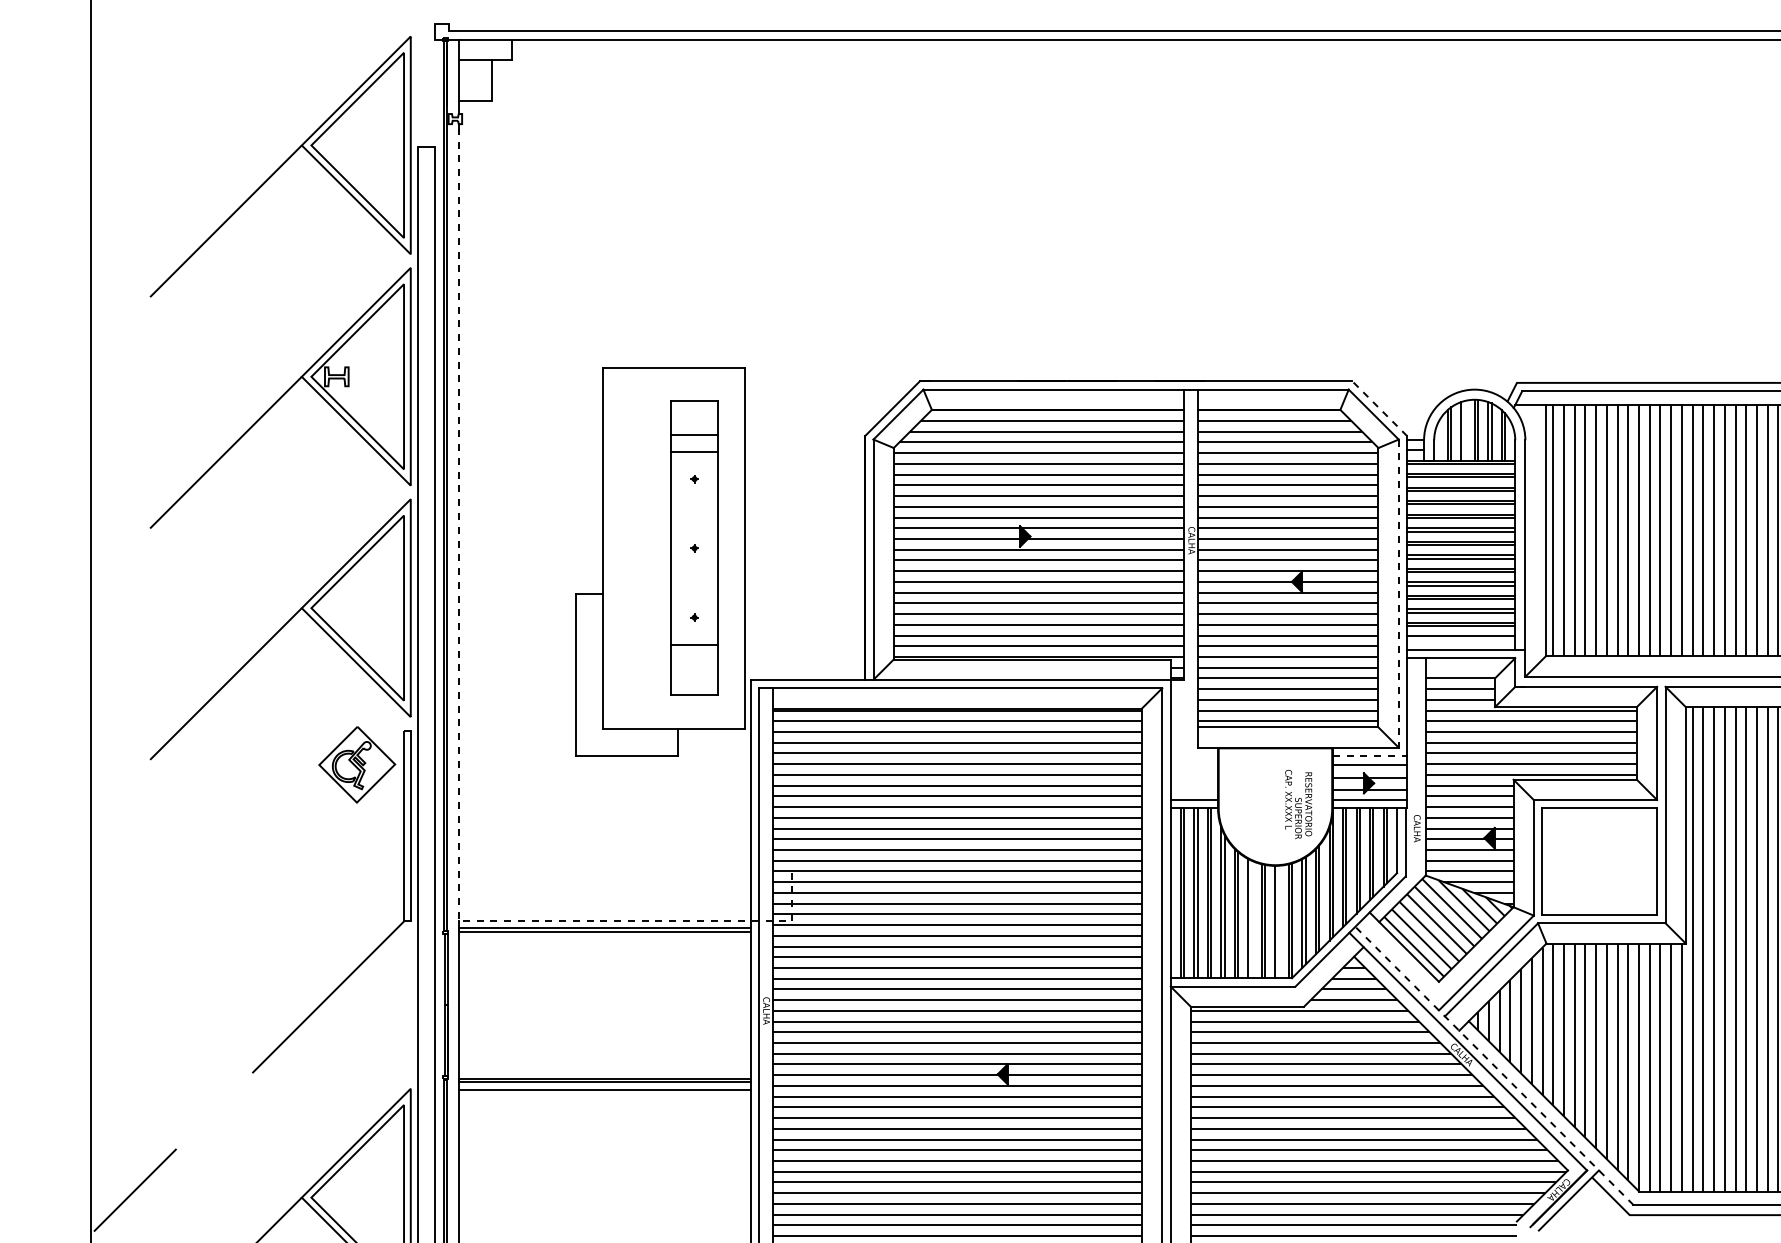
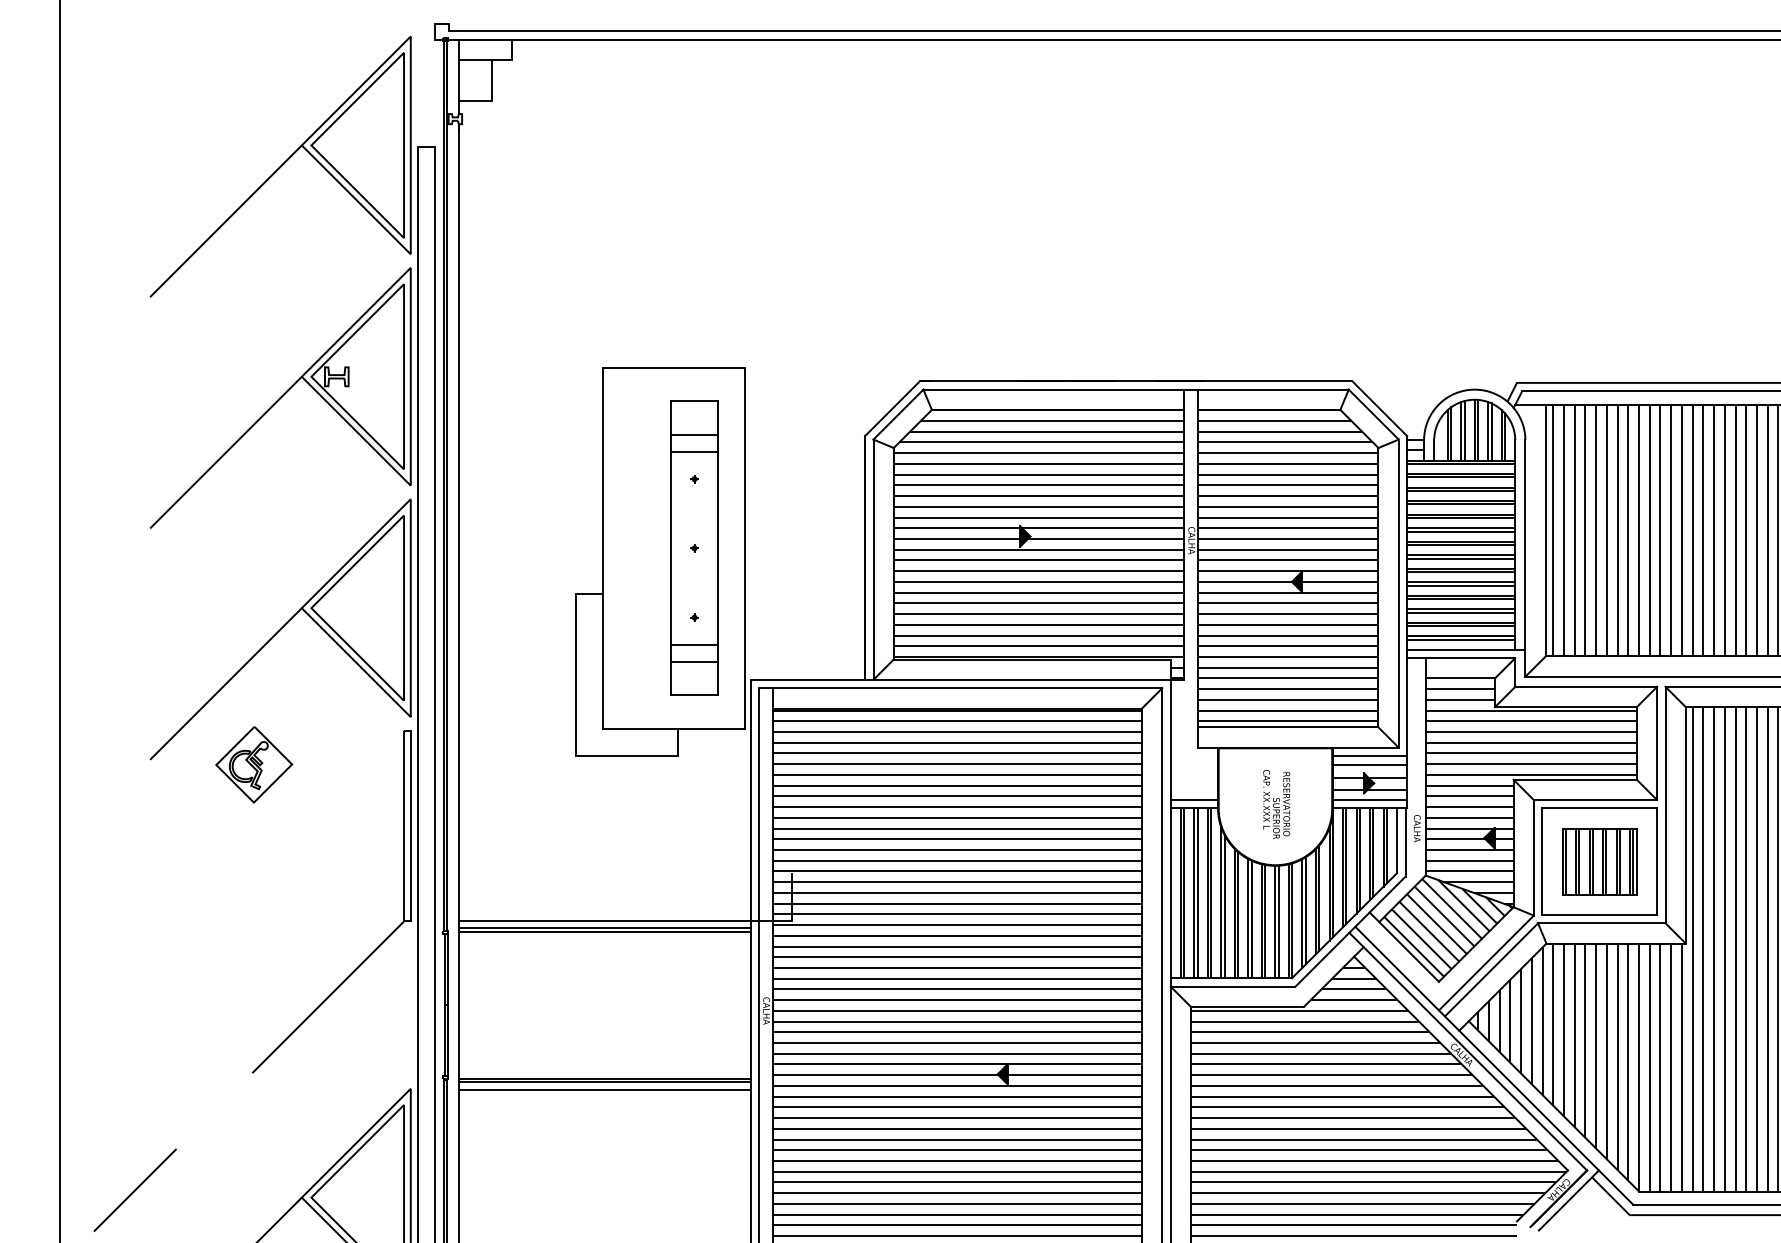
line at (1379, 408): dashed -> solid
line at (1464, 430): none -> present
line at (1398, 594): dashed -> solid
line at (91, 620) position: (91, 620) -> (60, 620)
line at (1461, 639): none -> present
line at (694, 661): none -> present
line at (458, 714): dashed -> solid
line at (1370, 756): dashed -> solid
part at (357, 764) position: (357, 764) -> (254, 764)
text at (1298, 804) position: (1298, 804) -> (1276, 804)
part at (1599, 861): none -> present
line at (1251, 919): none -> present
line at (1278, 921): none -> present
line at (1494, 1065): dashed -> solid
